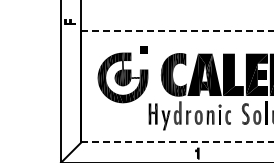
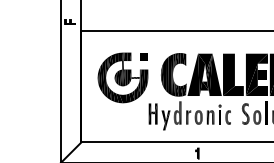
line at (177, 31): dashed -> solid
part at (143, 49) position: (143, 49) -> (143, 56)
line at (177, 142): dashed -> solid
